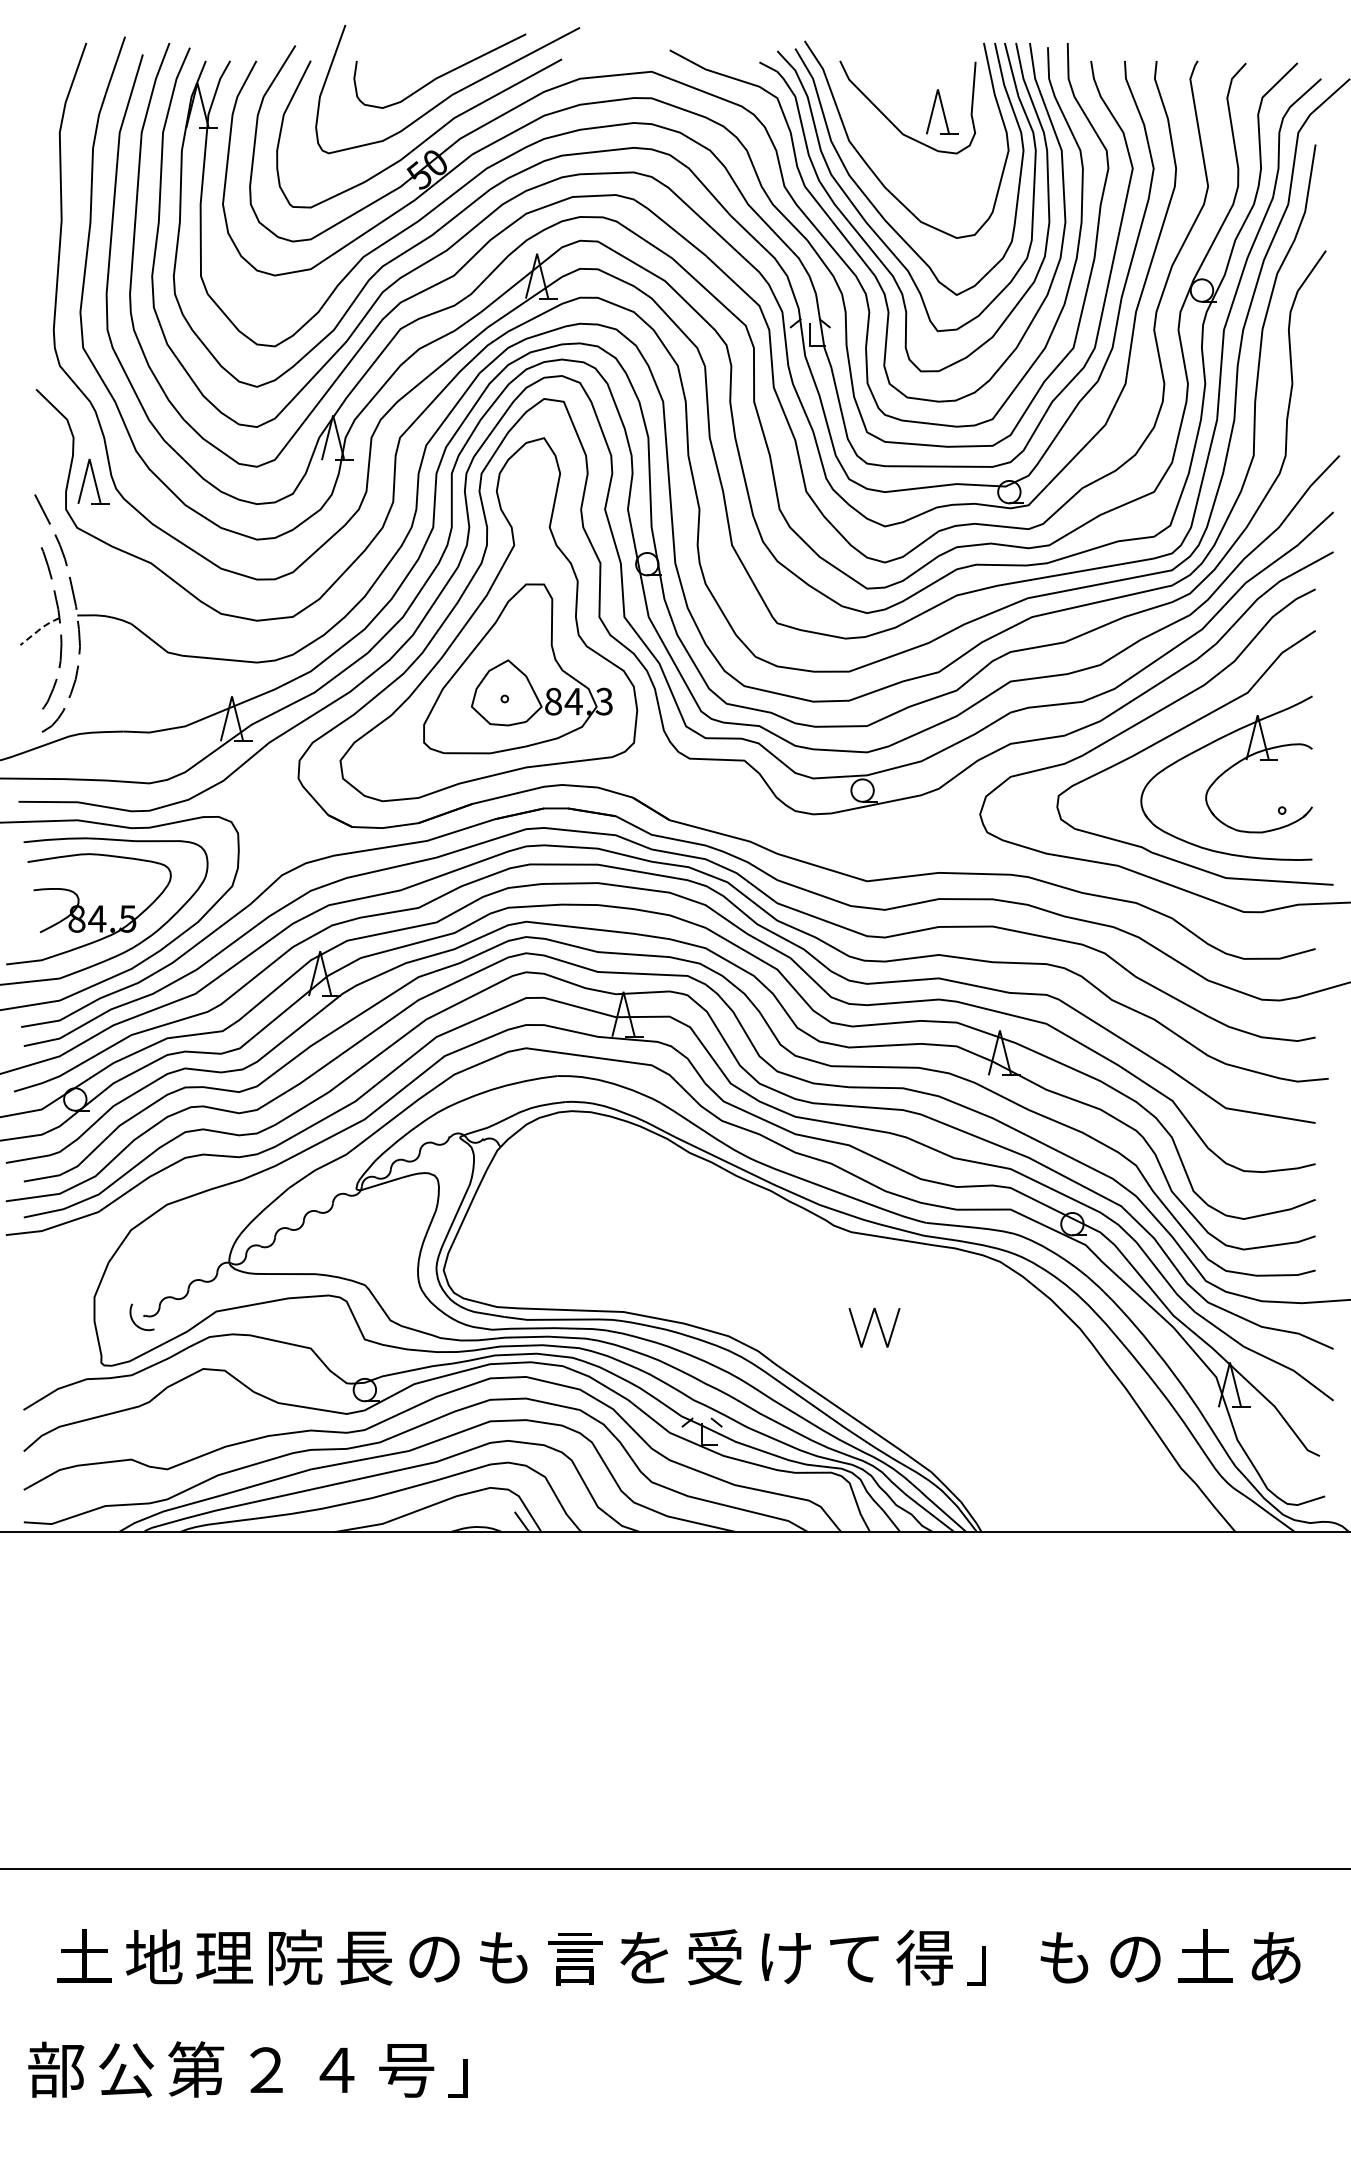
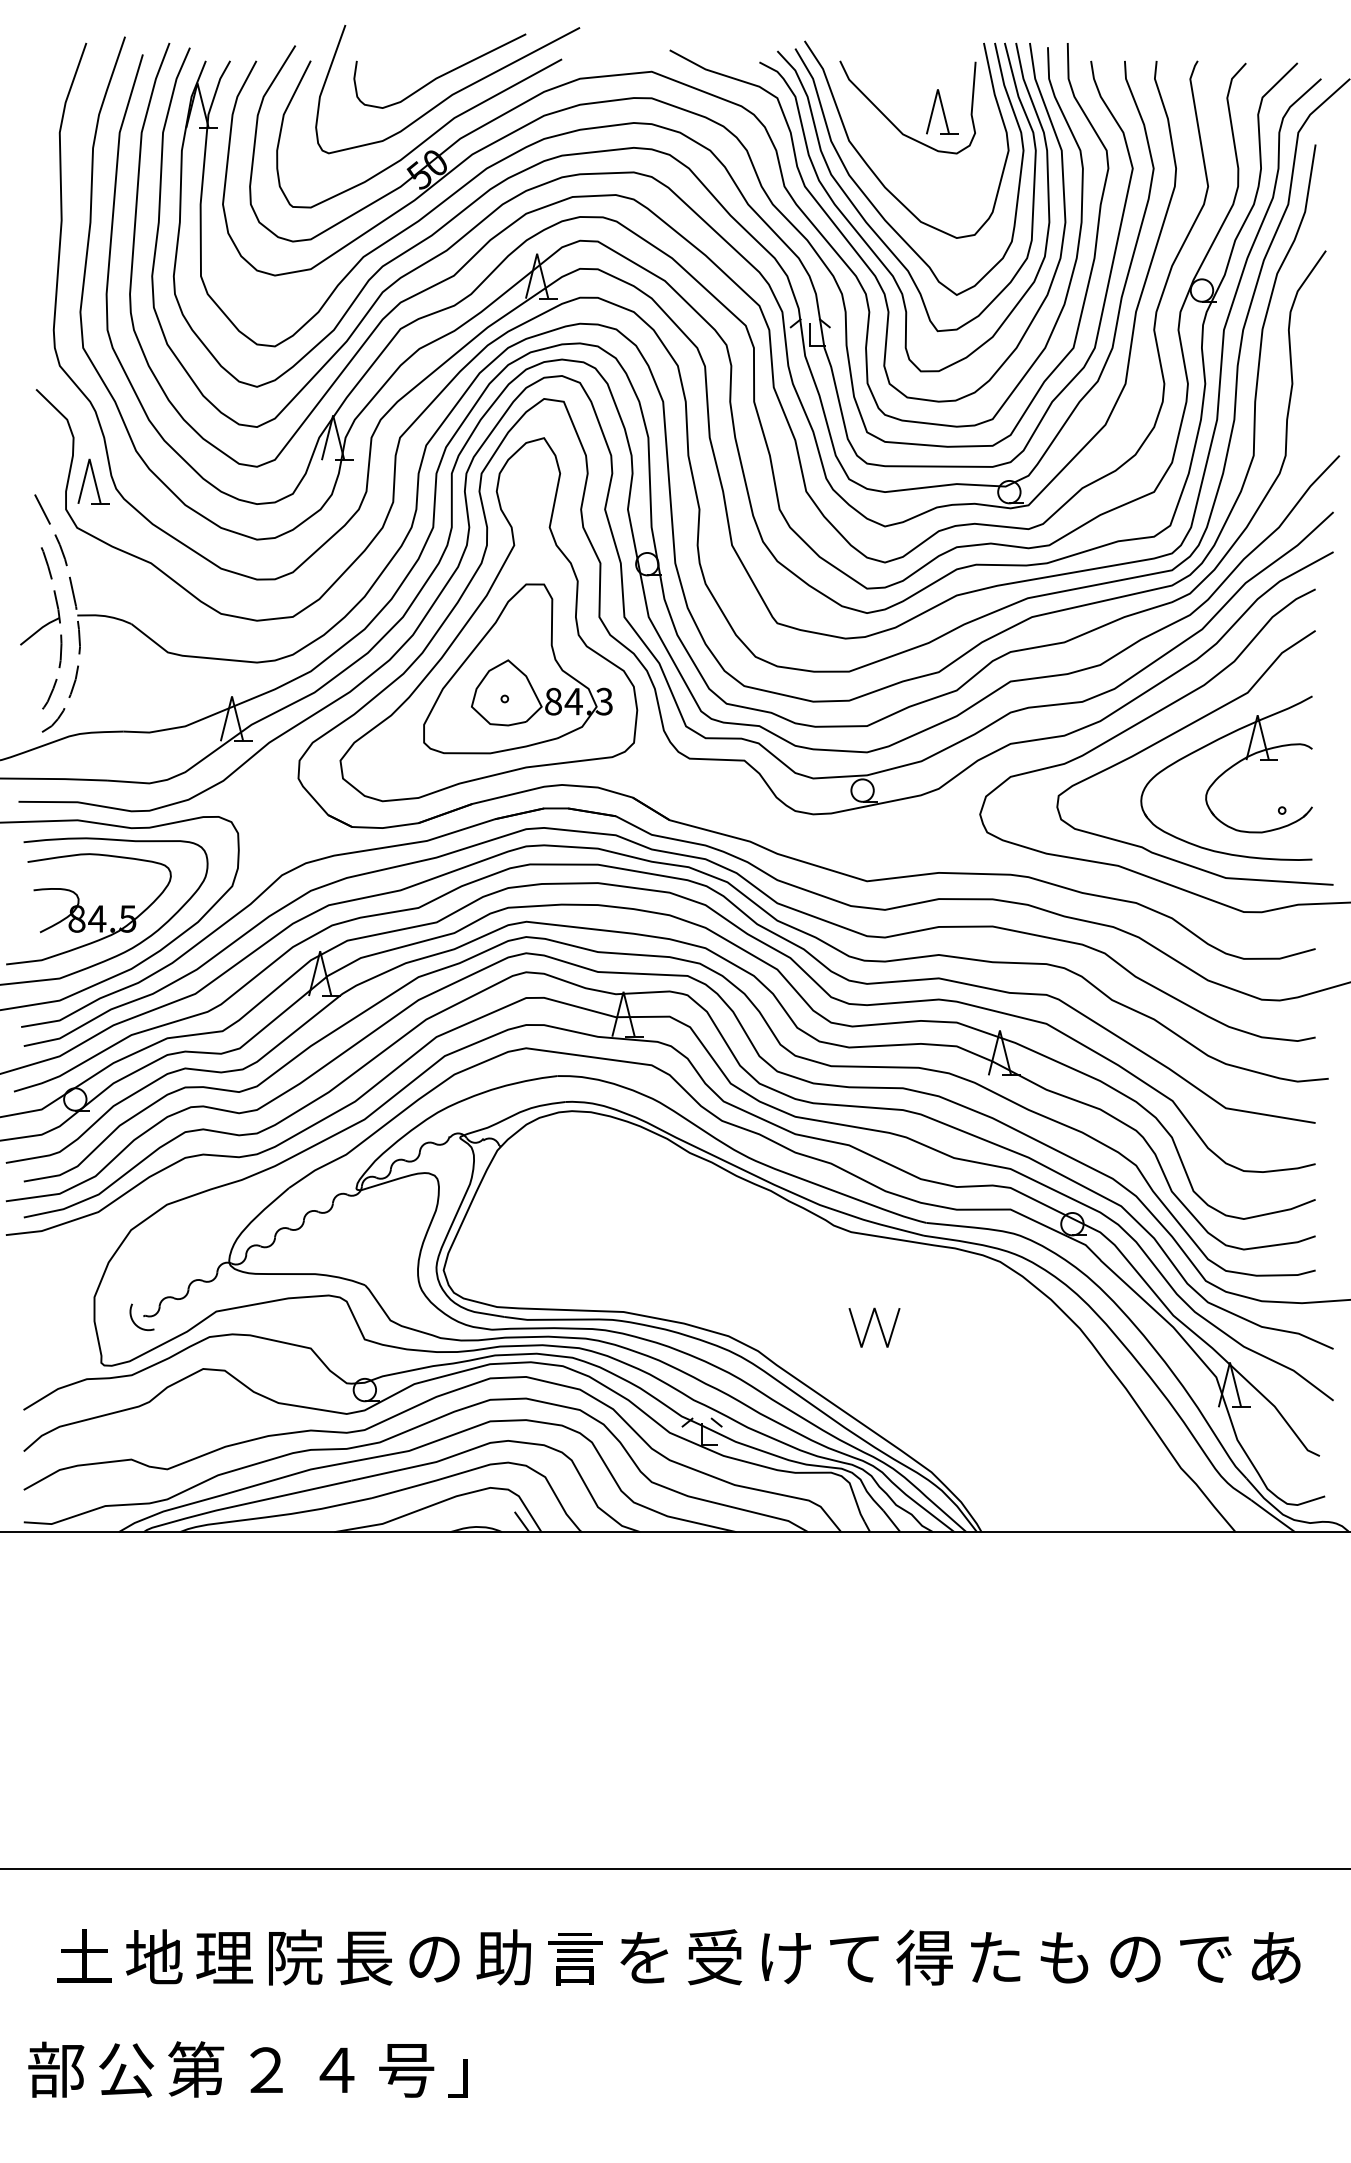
line at (39, 629): dashed -> solid
text at (1205, 1955): 土 -> で
text at (503, 1957): も -> 助
text at (993, 1958): 」 -> た
